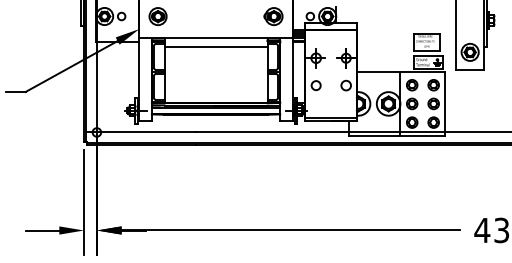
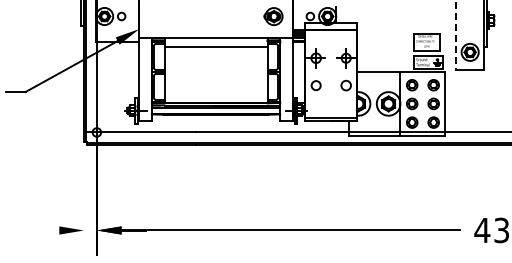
part at (157, 16): present -> none
line at (456, 35): solid -> dashed
line at (84, 202): present -> none
line at (42, 230): present -> none
